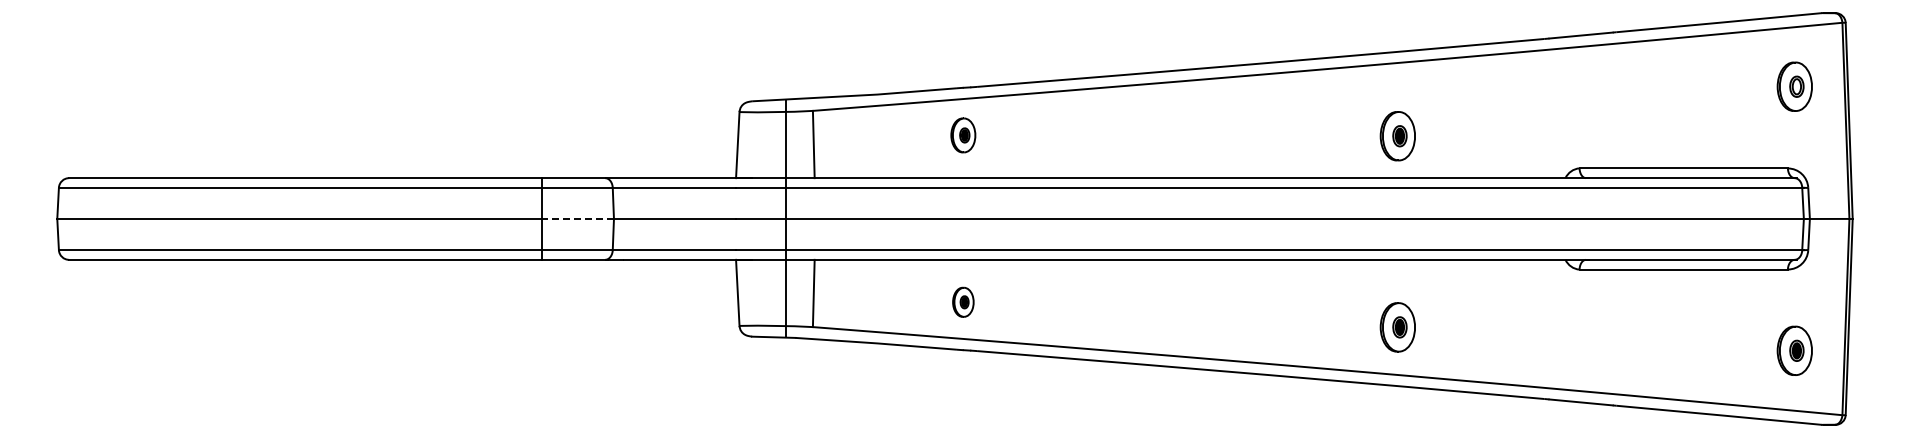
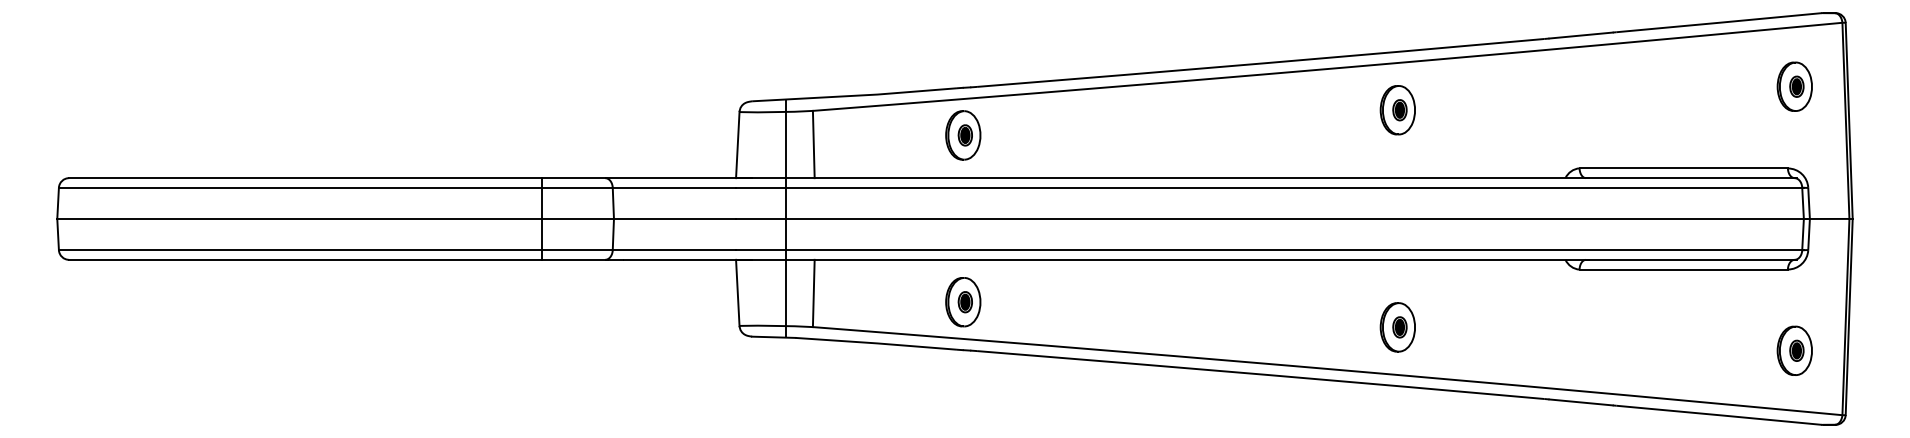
fill at (1796, 86): none -> present
part at (963, 135) size: 27x37 px -> 37x51 px
part at (1397, 136) position: (1397, 136) -> (1397, 110)
line at (578, 219): dashed -> solid
part at (963, 301) size: 23x32 px -> 37x51 px
